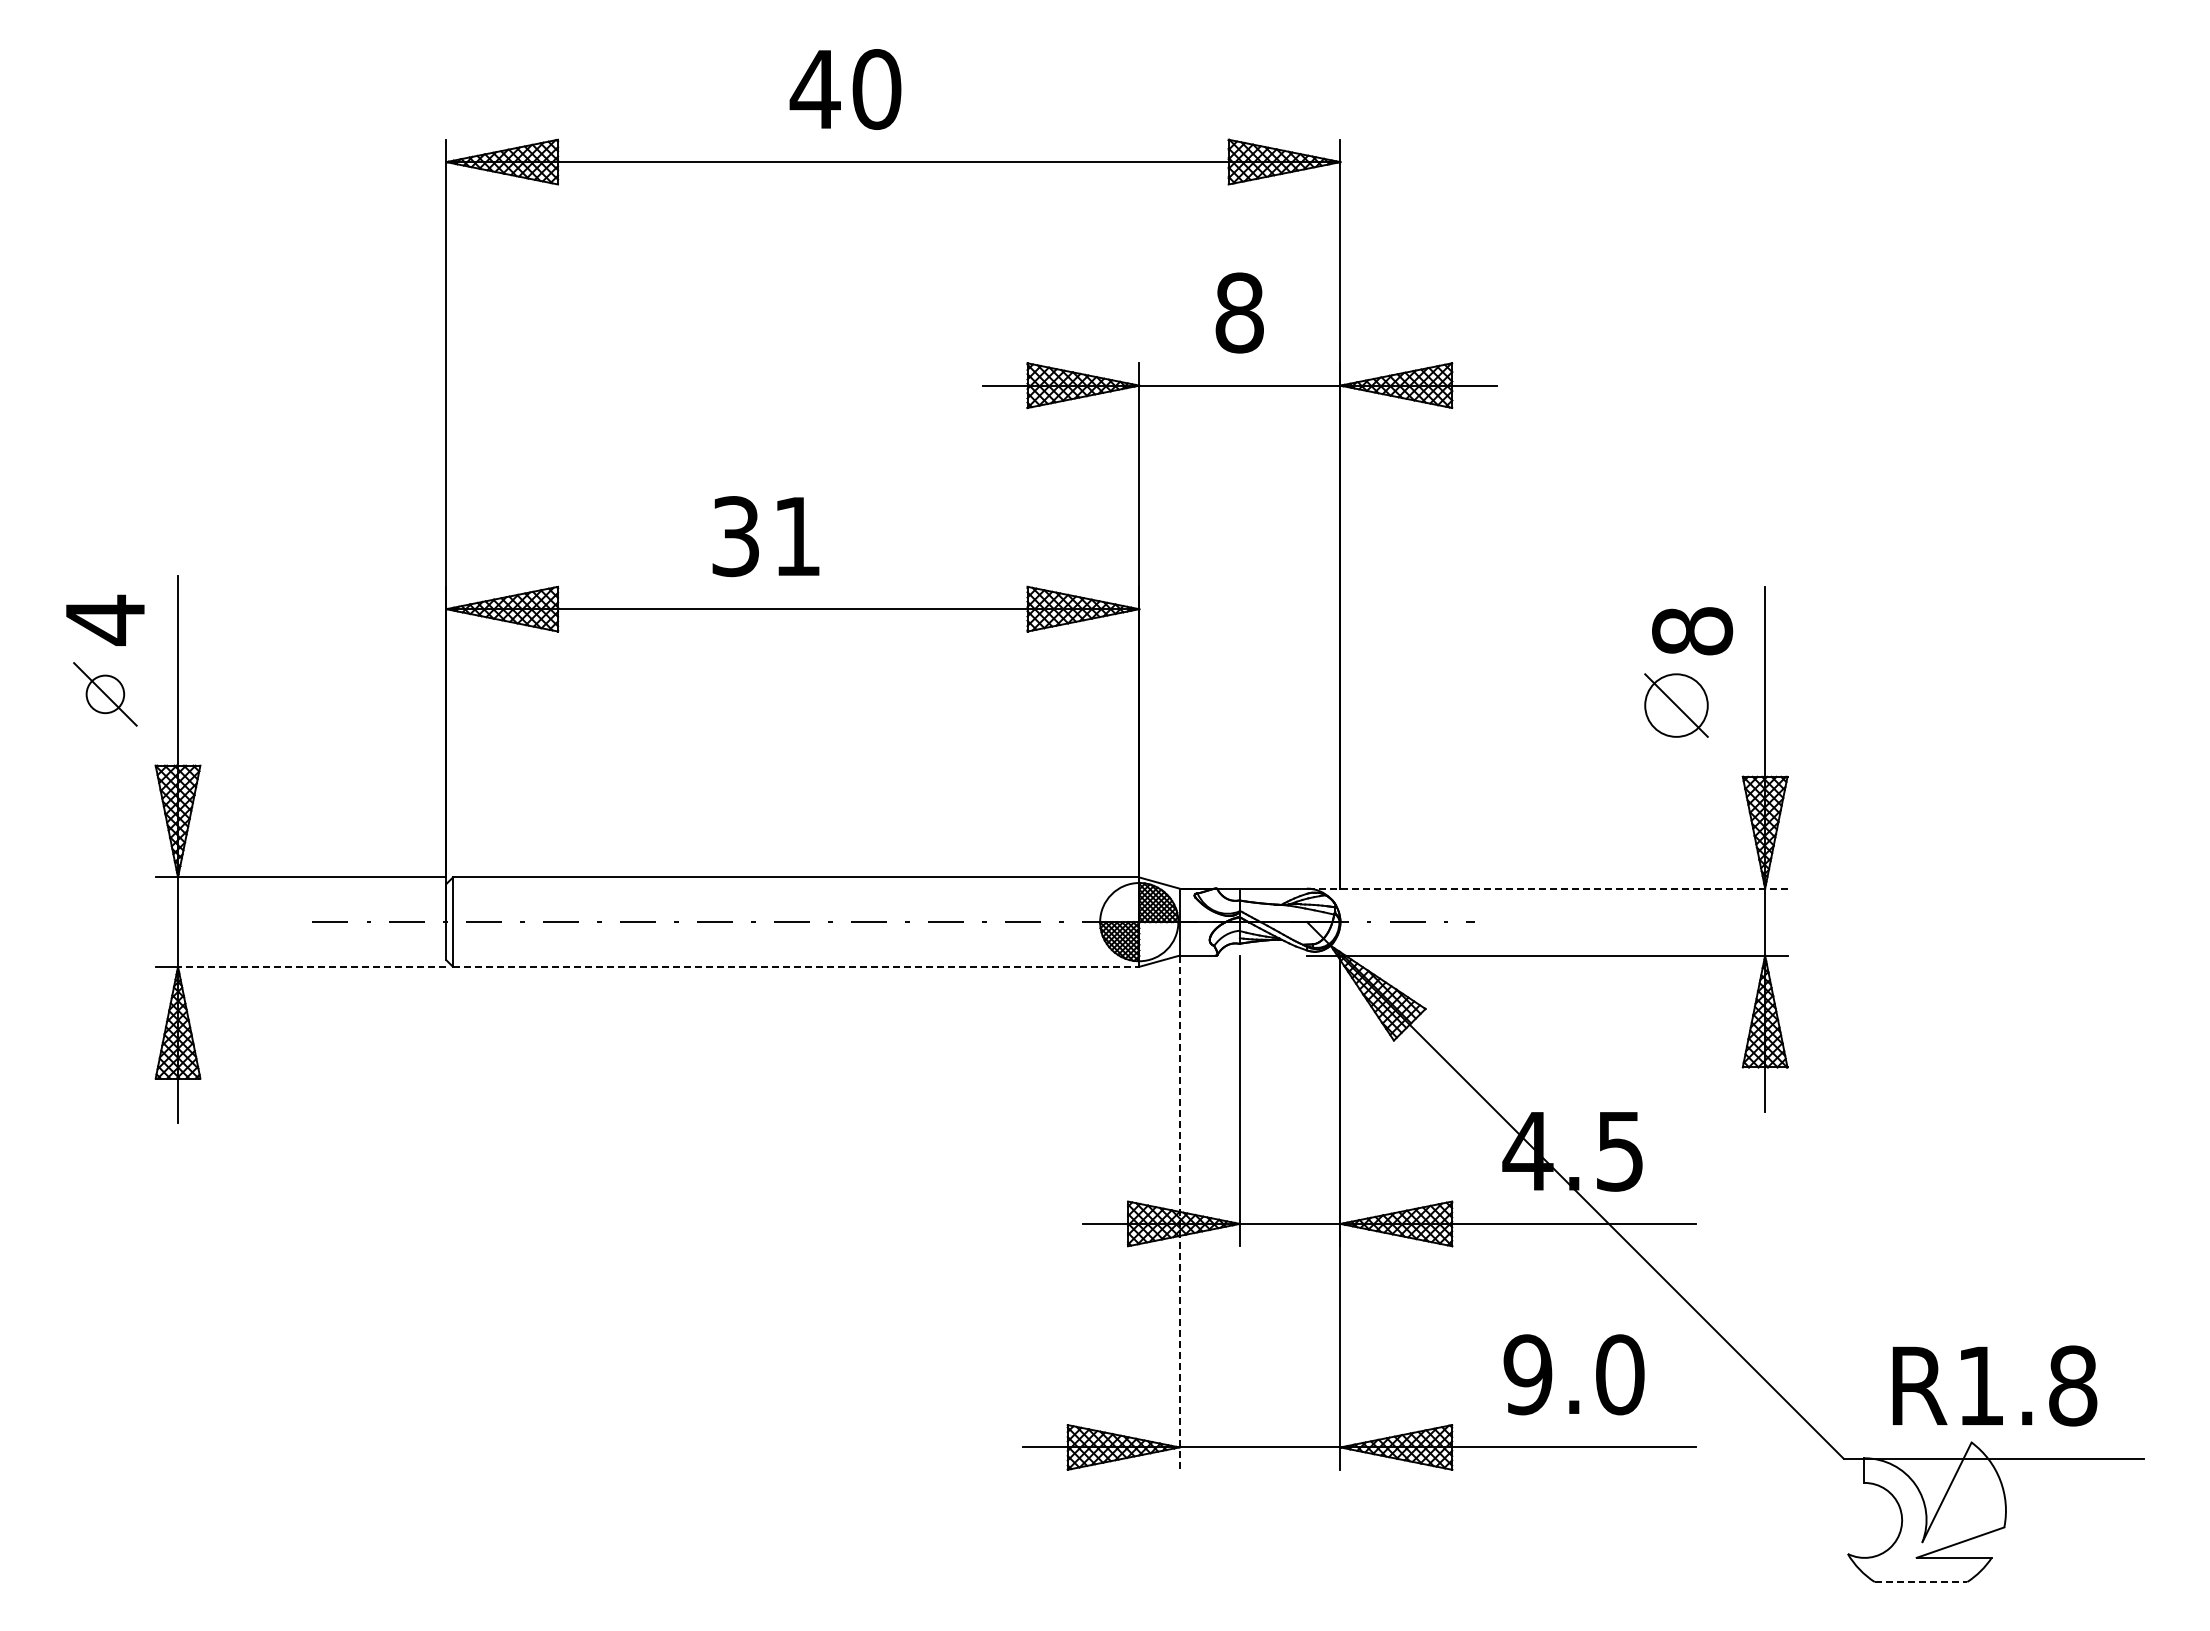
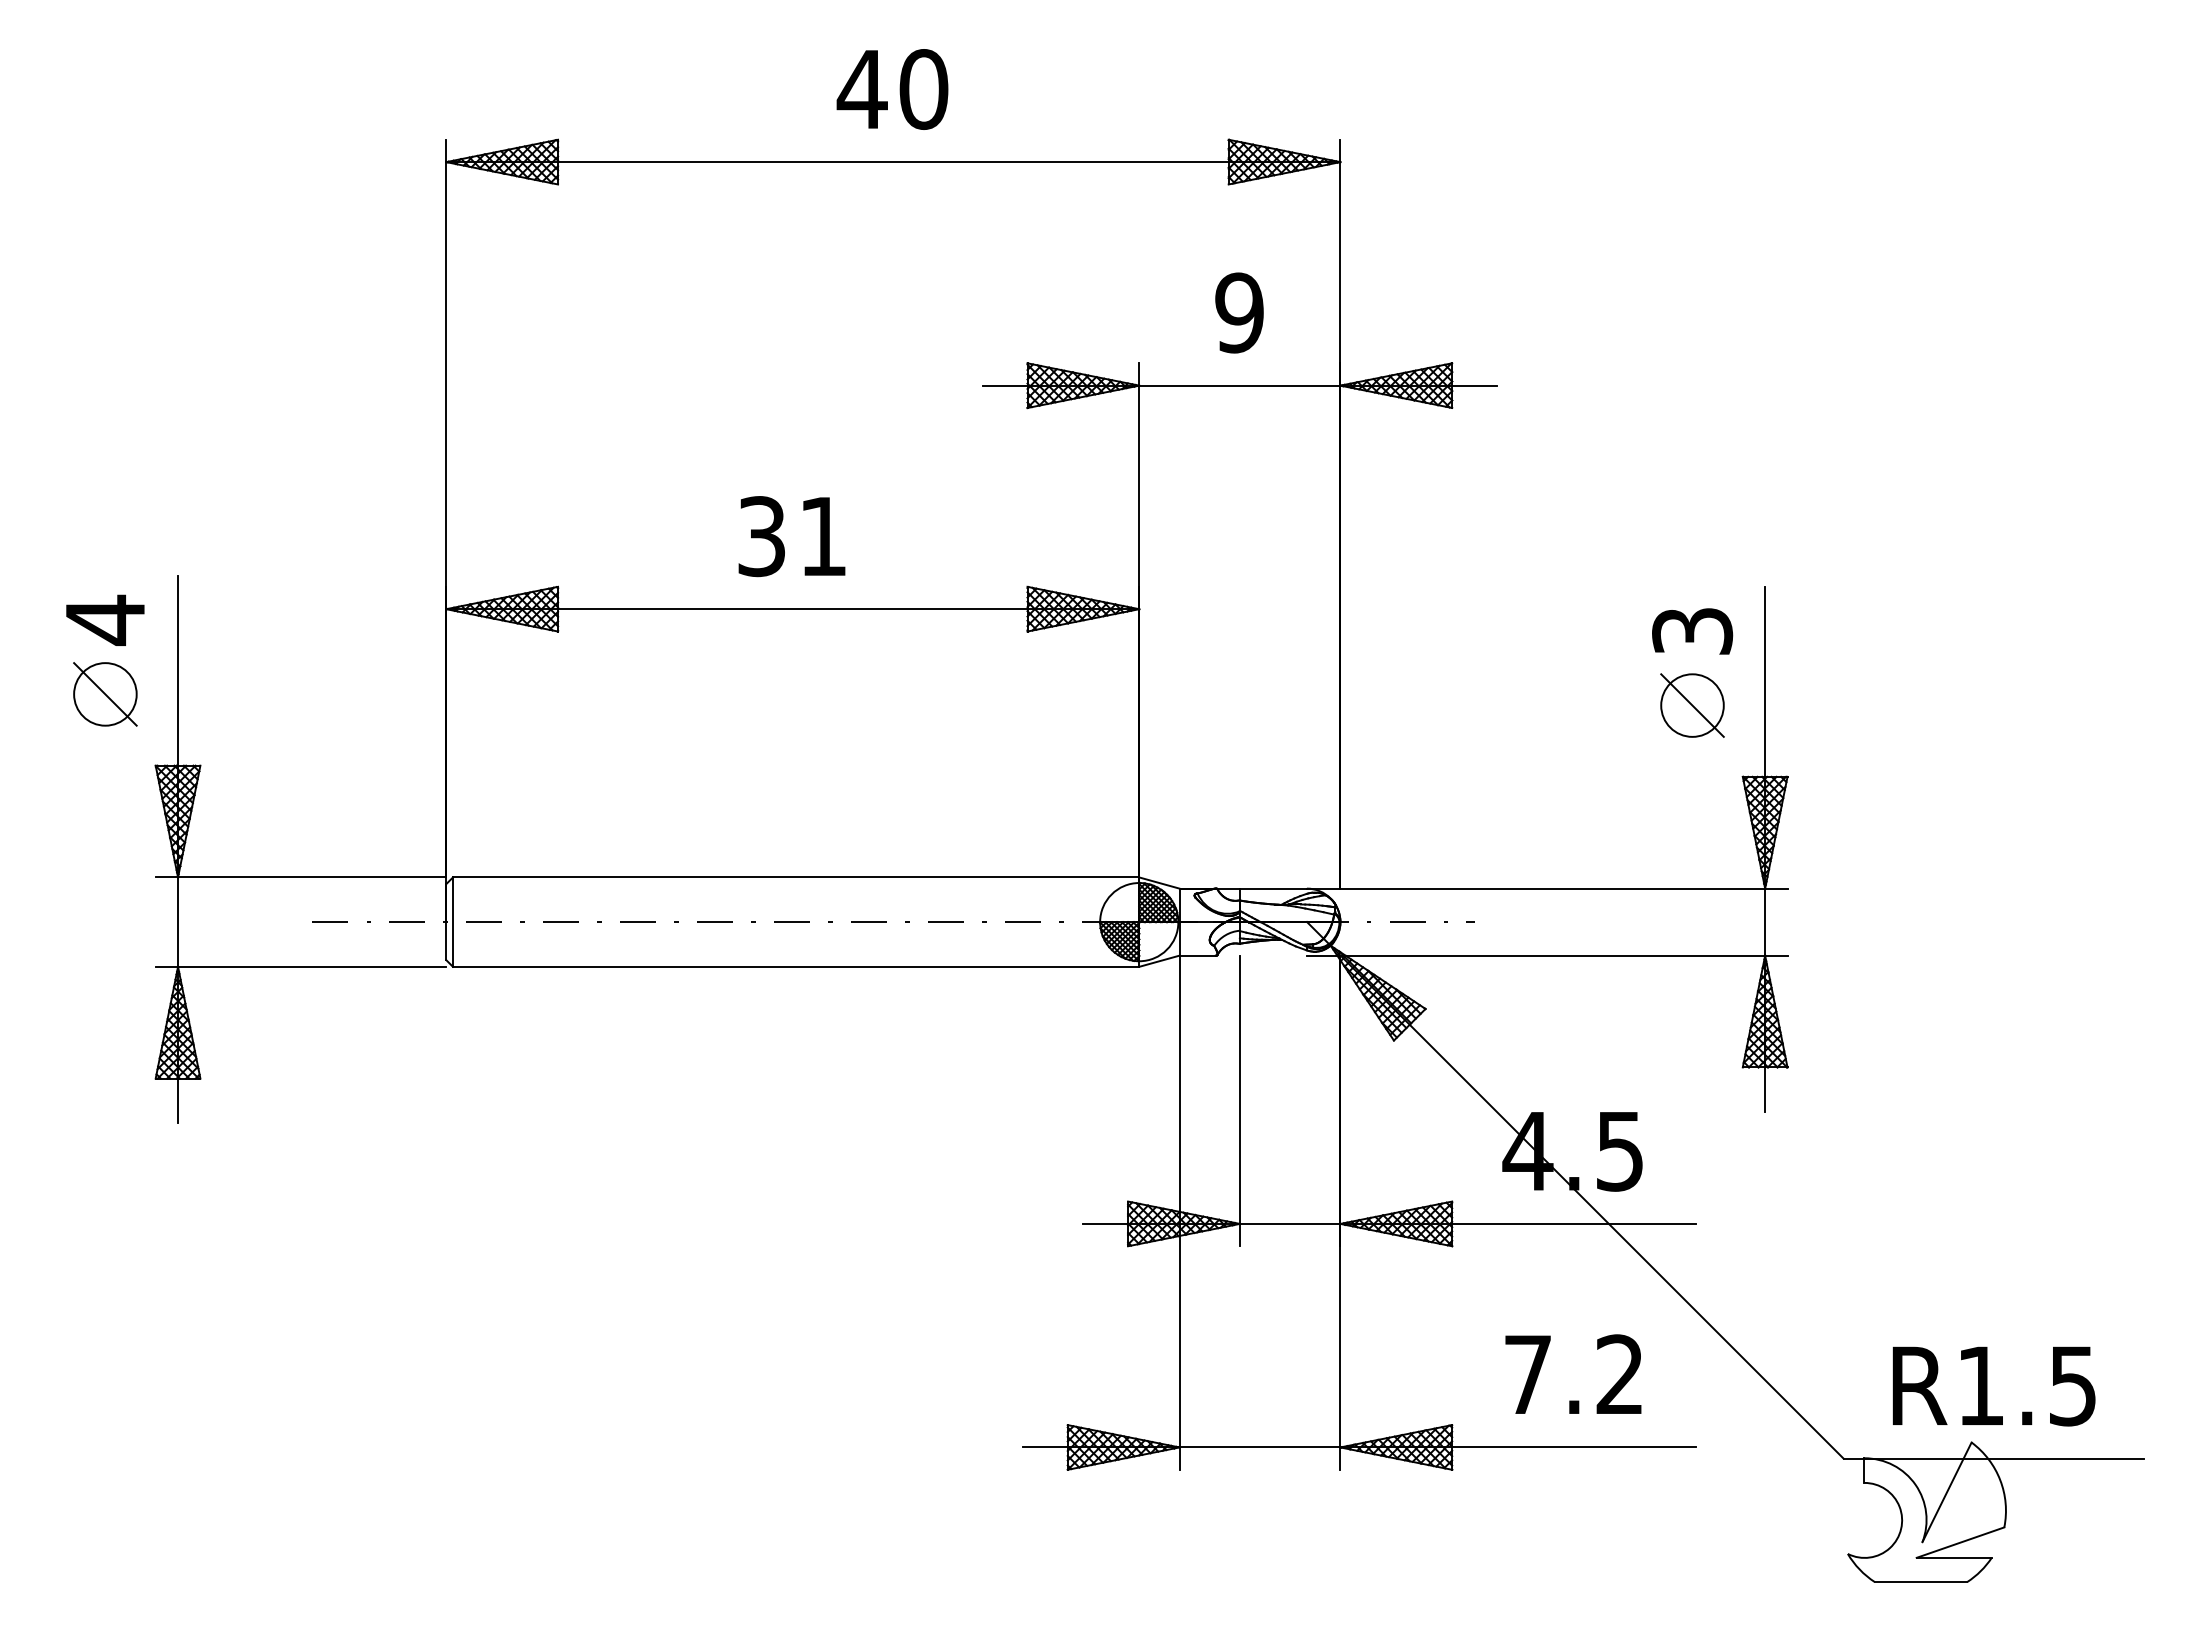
text at (845, 89) position: (845, 89) -> (892, 89)
text at (1239, 312): 8 -> 9
text at (765, 536) position: (765, 536) -> (791, 536)
text at (1692, 631): 8 -> 3
circle at (105, 694) diameter: 38 px -> 63 px
part at (1676, 705) position: (1676, 705) -> (1692, 705)
line at (1546, 888): dashed -> solid
line at (311, 966): dashed -> solid
line at (796, 966): dashed -> solid
line at (1179, 1213): dashed -> solid
text at (1573, 1374): 9.0 -> 7.2
text at (2073, 1385): R1.8 -> R1.5
line at (1921, 1582): dashed -> solid
